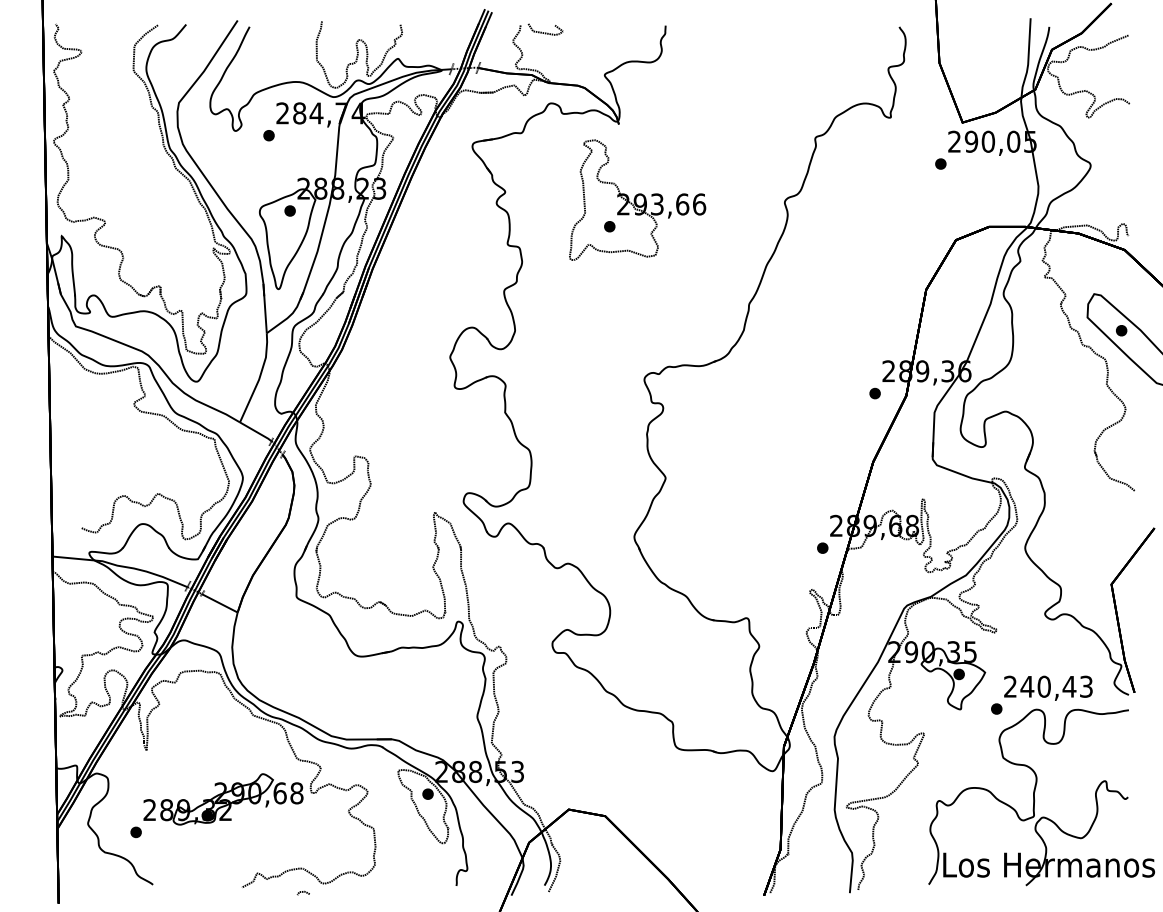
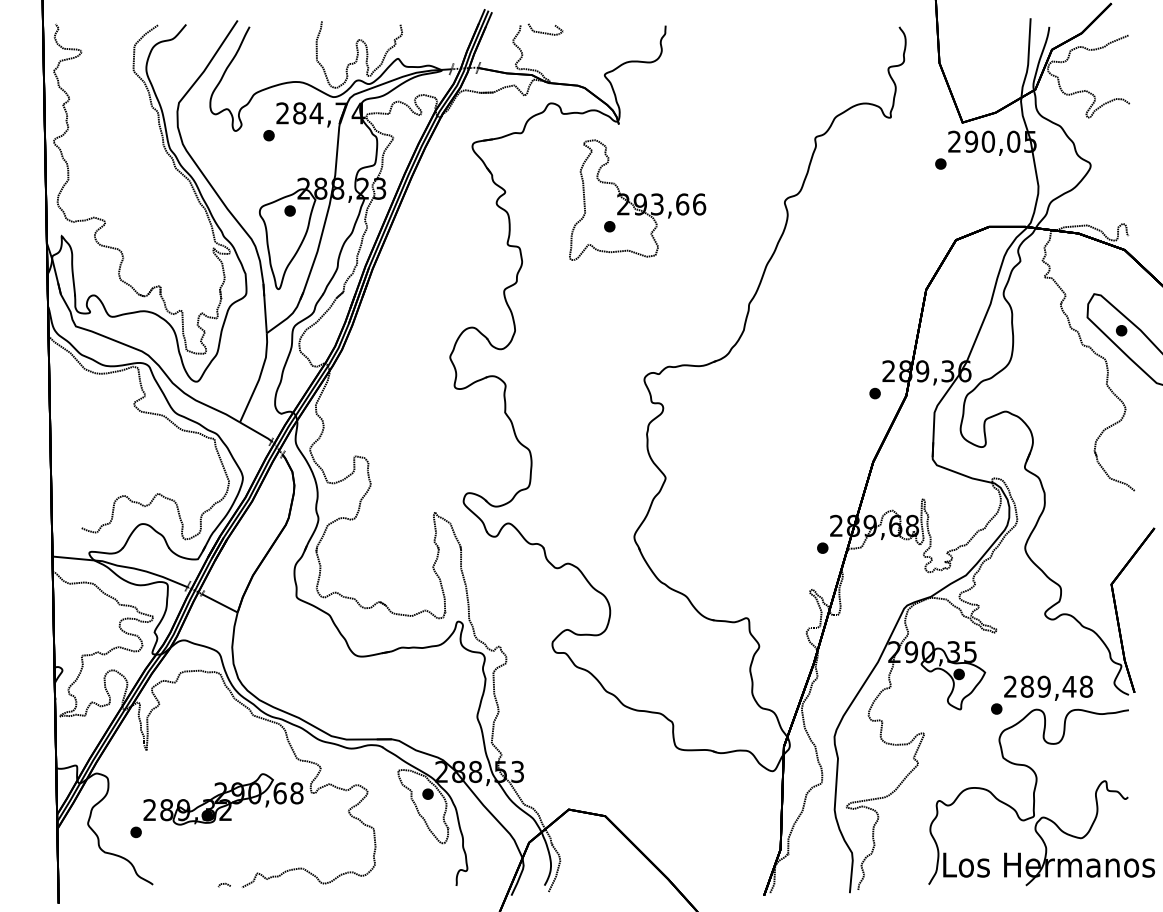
text at (1056, 686): 240,43 -> 289,48
line at (302, 892) position: (302, 892) -> (223, 884)
